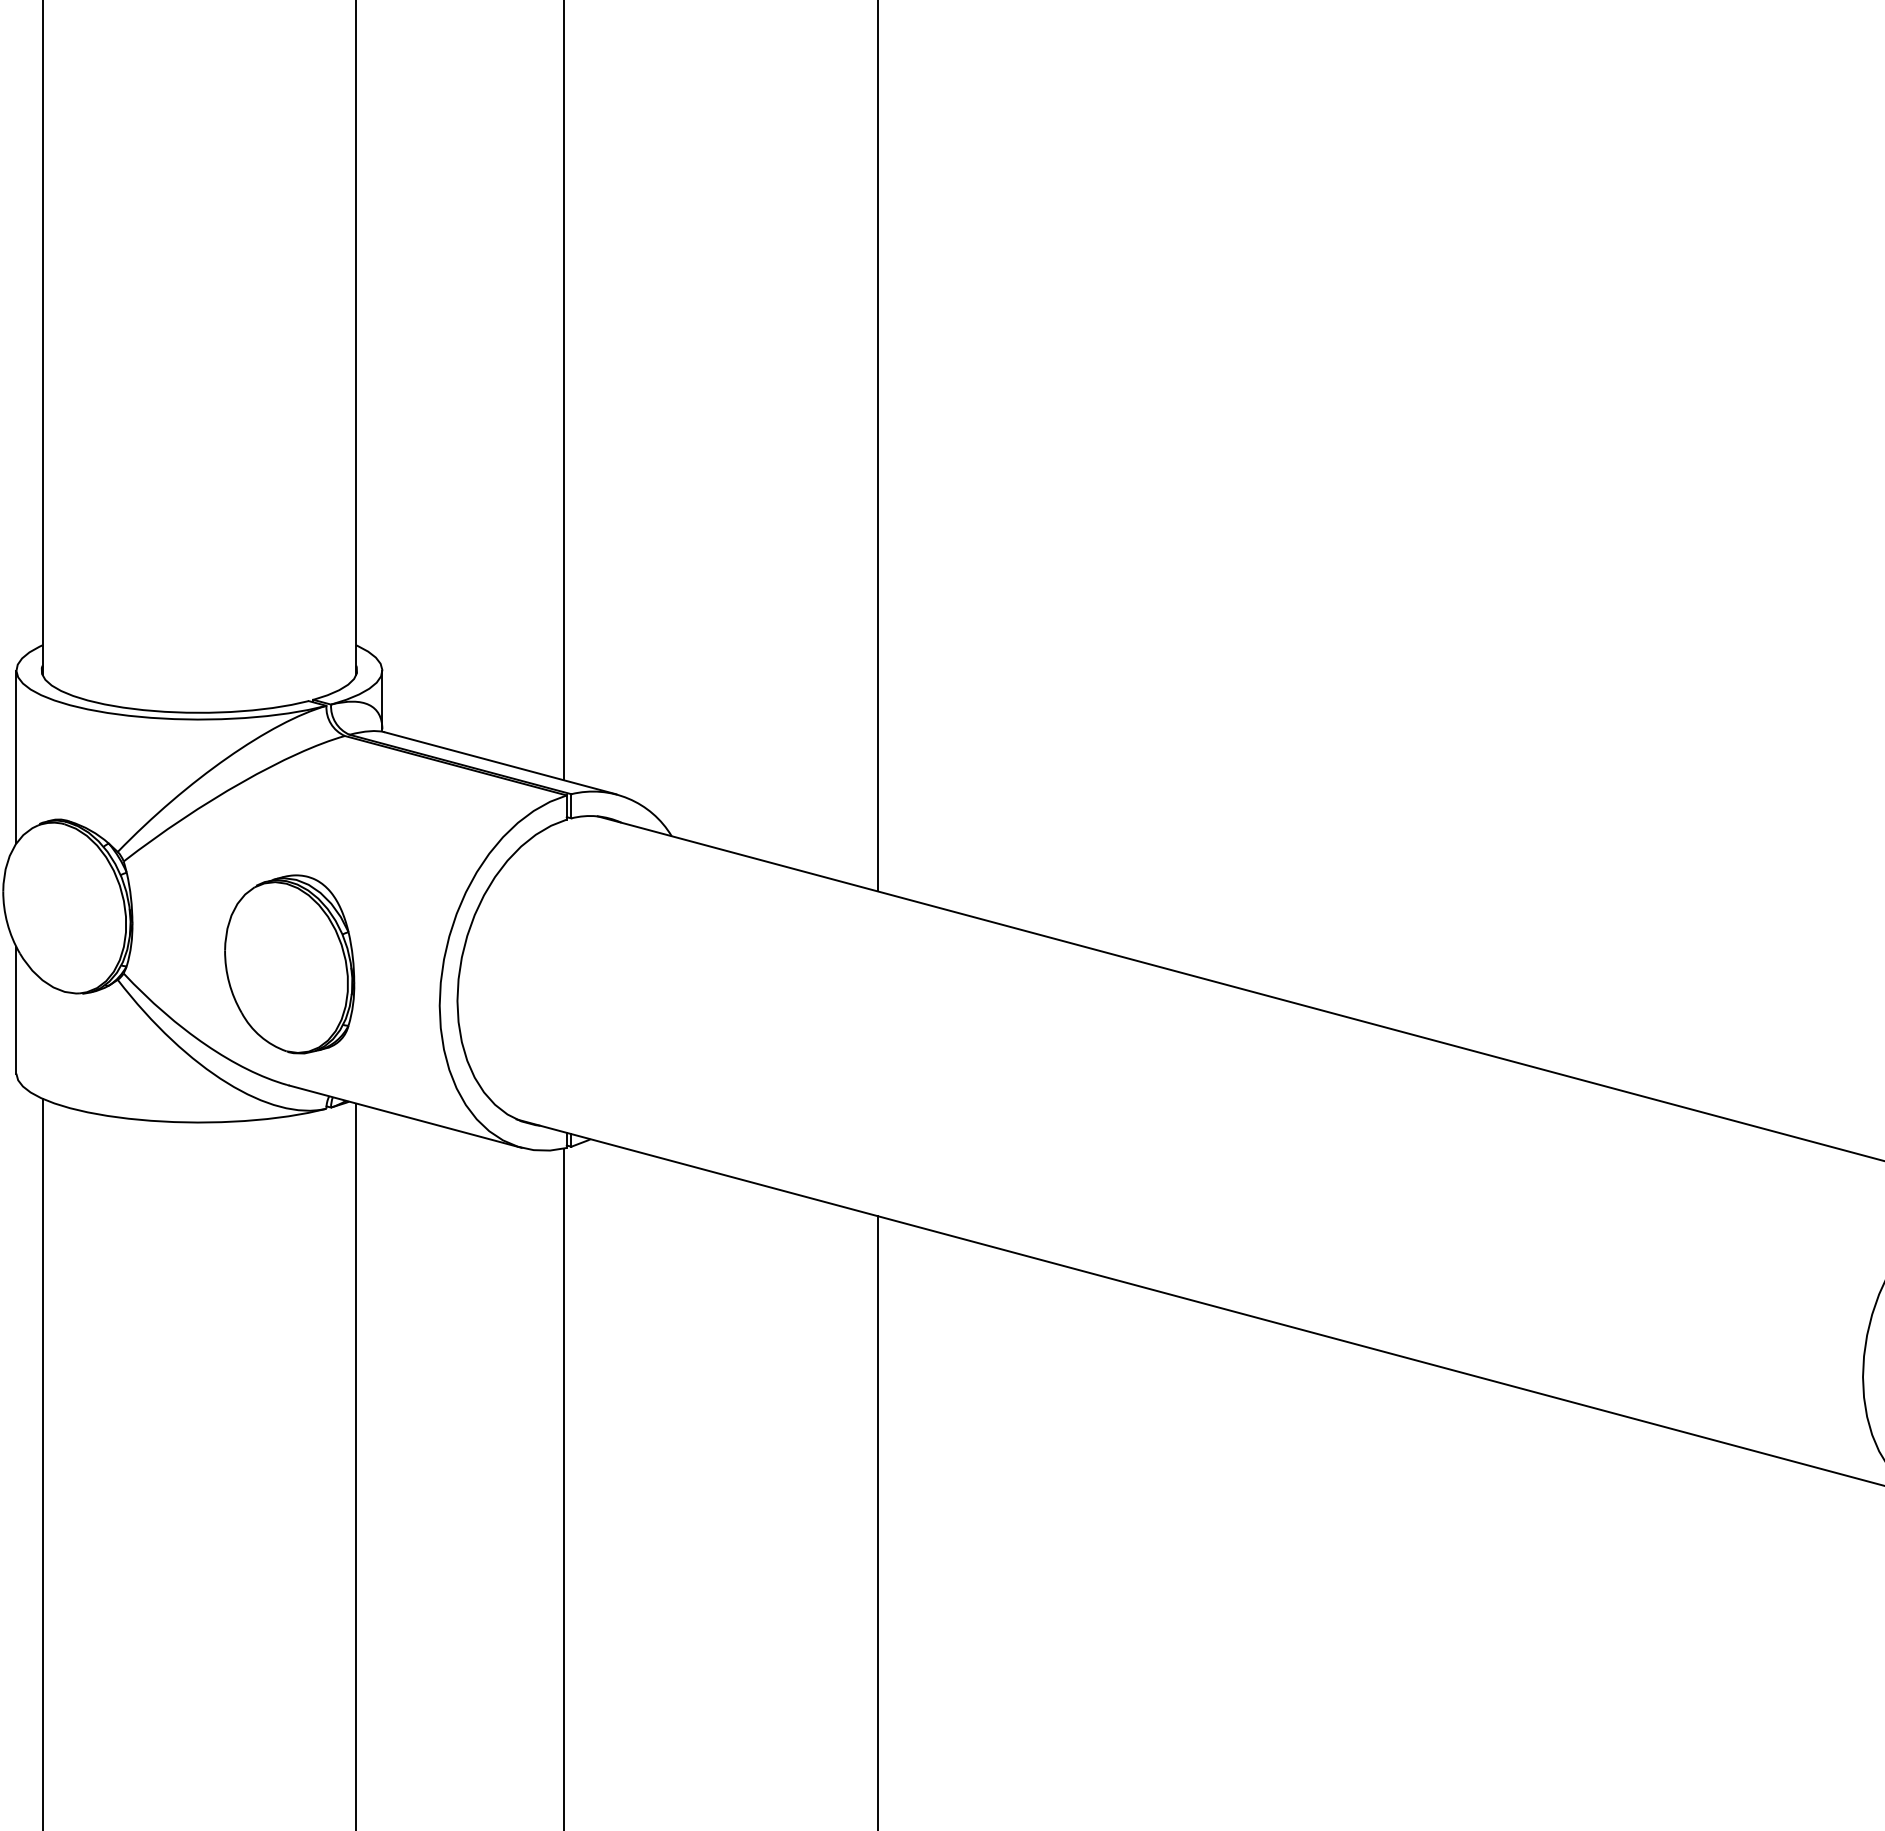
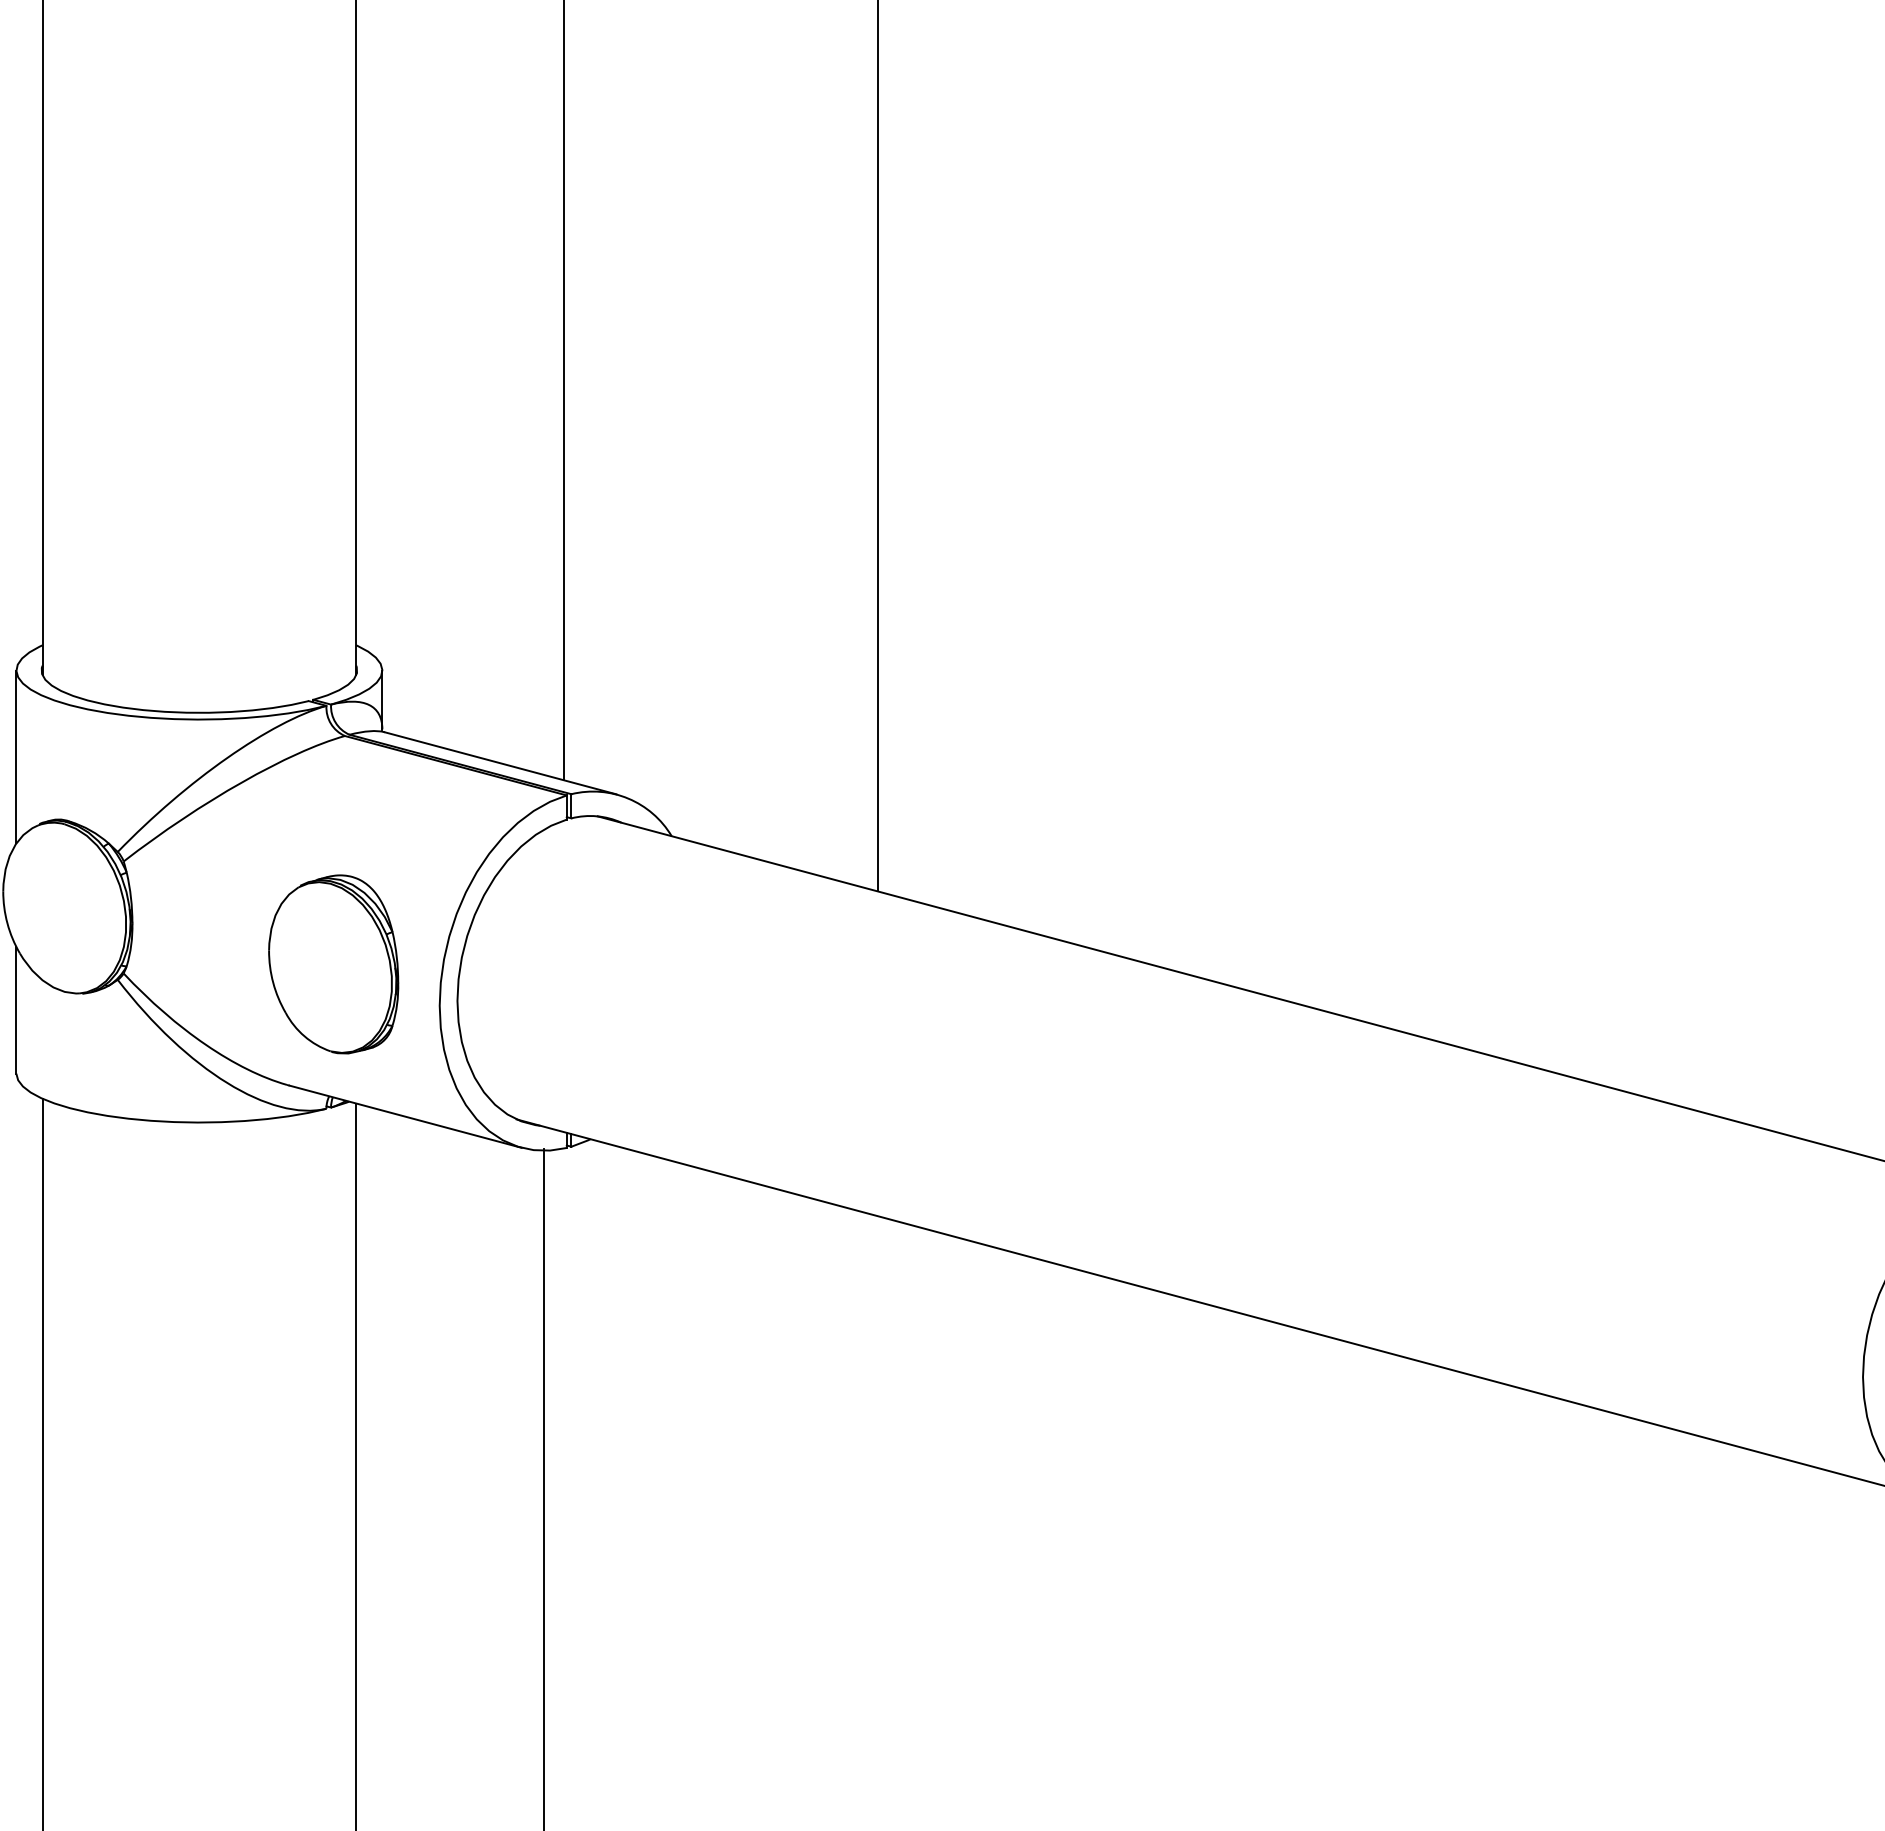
part at (289, 964) position: (289, 964) -> (333, 964)
line at (563, 1487) position: (563, 1487) -> (543, 1487)
line at (877, 1521): present -> none
